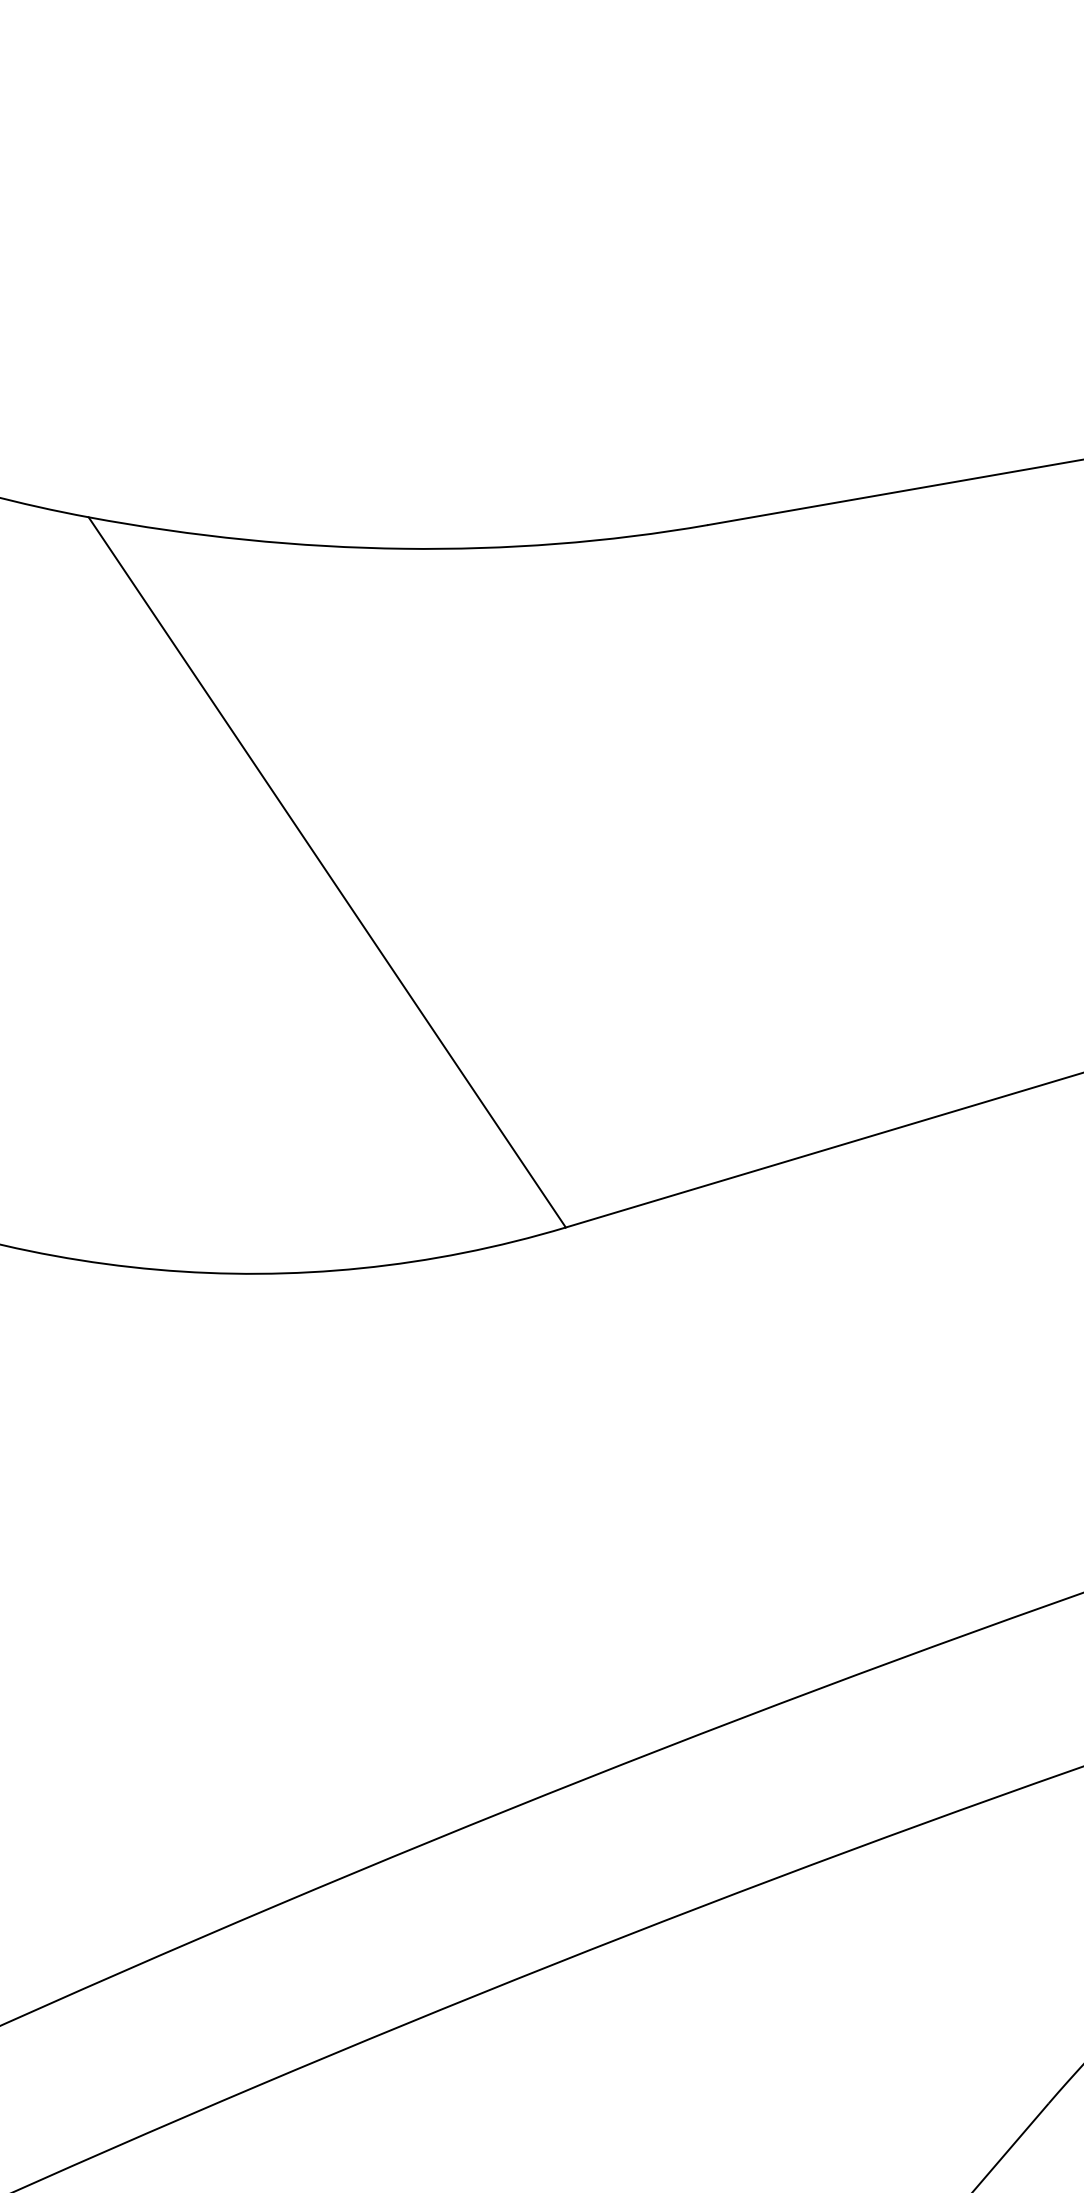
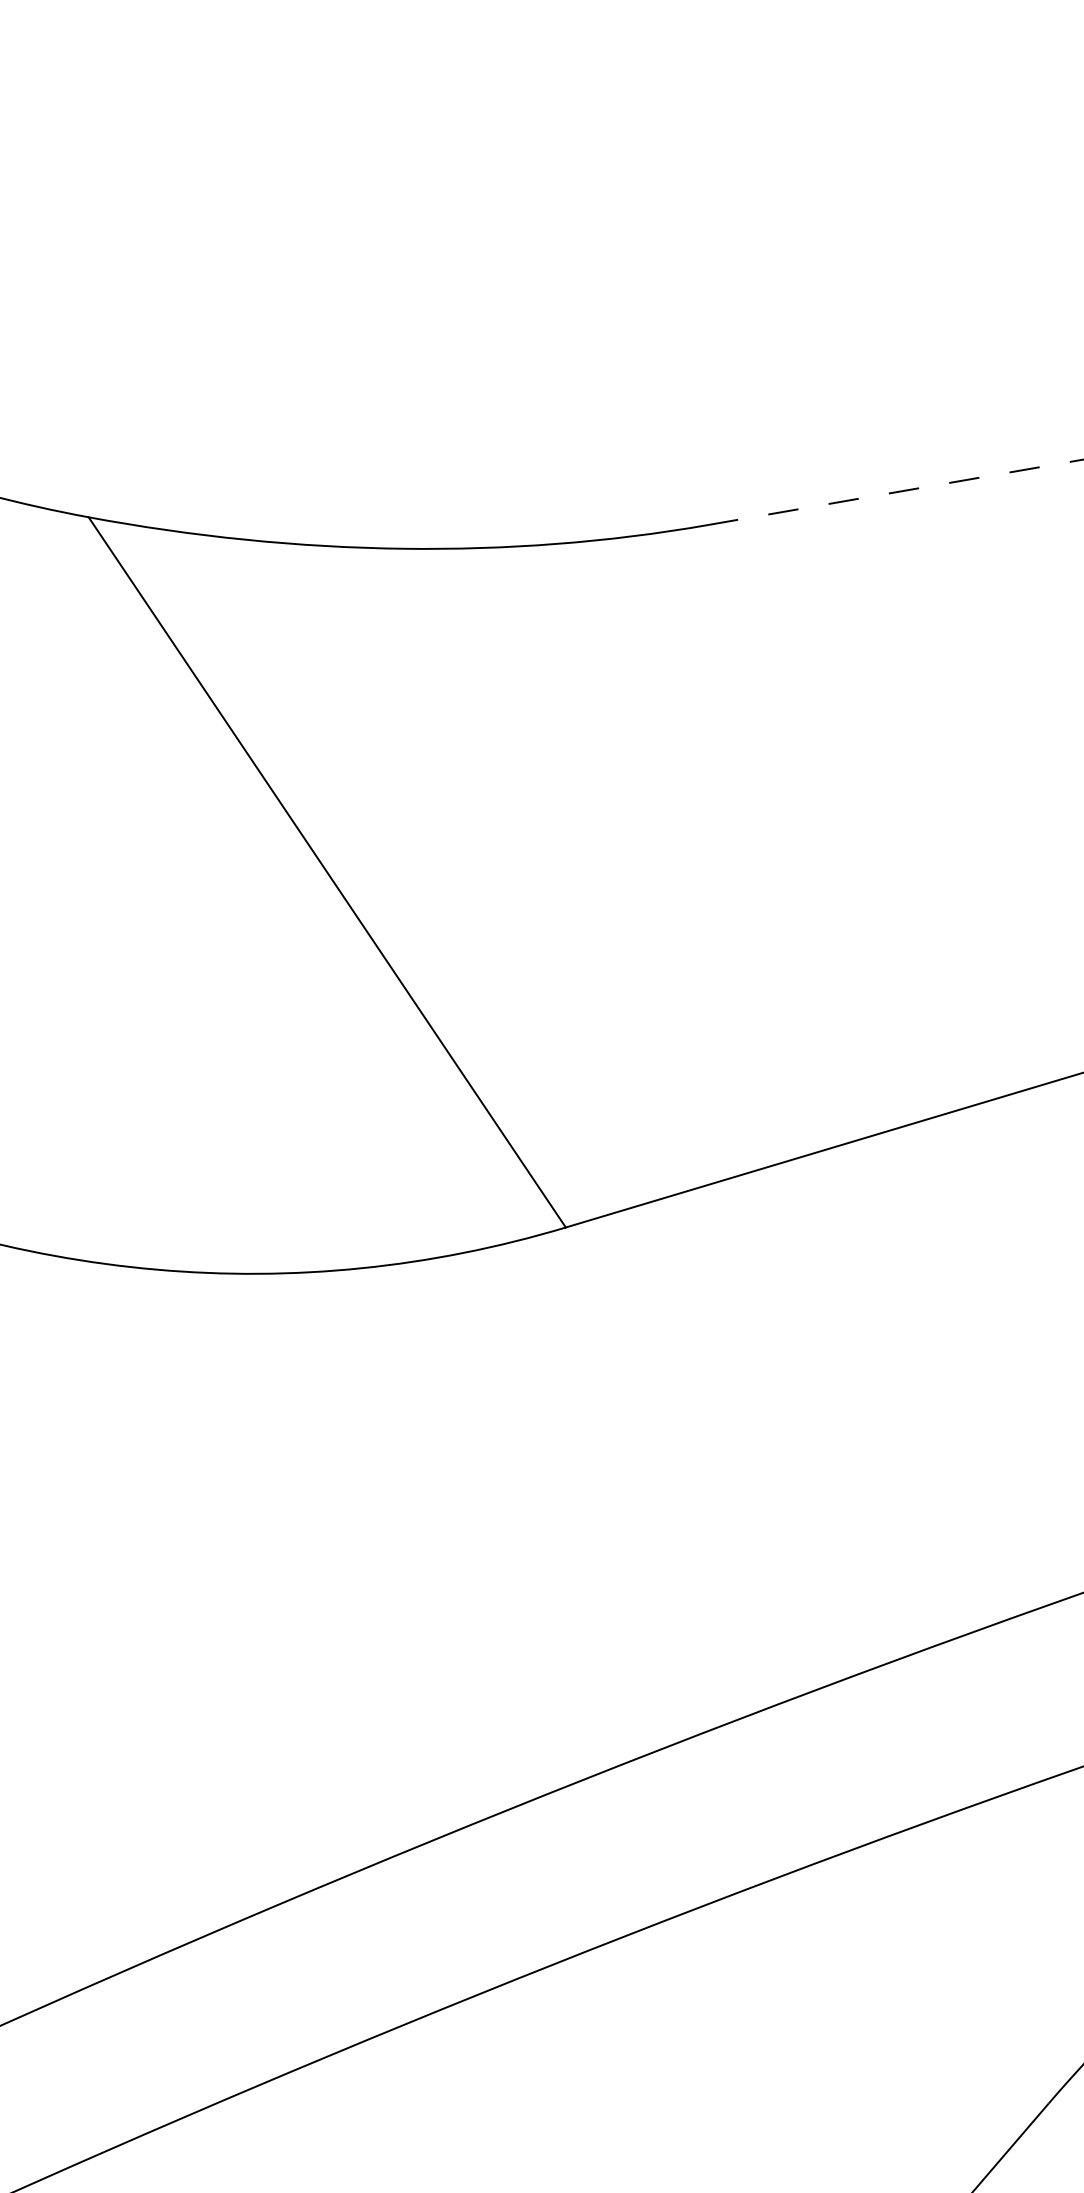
line at (896, 492): solid -> dashed
